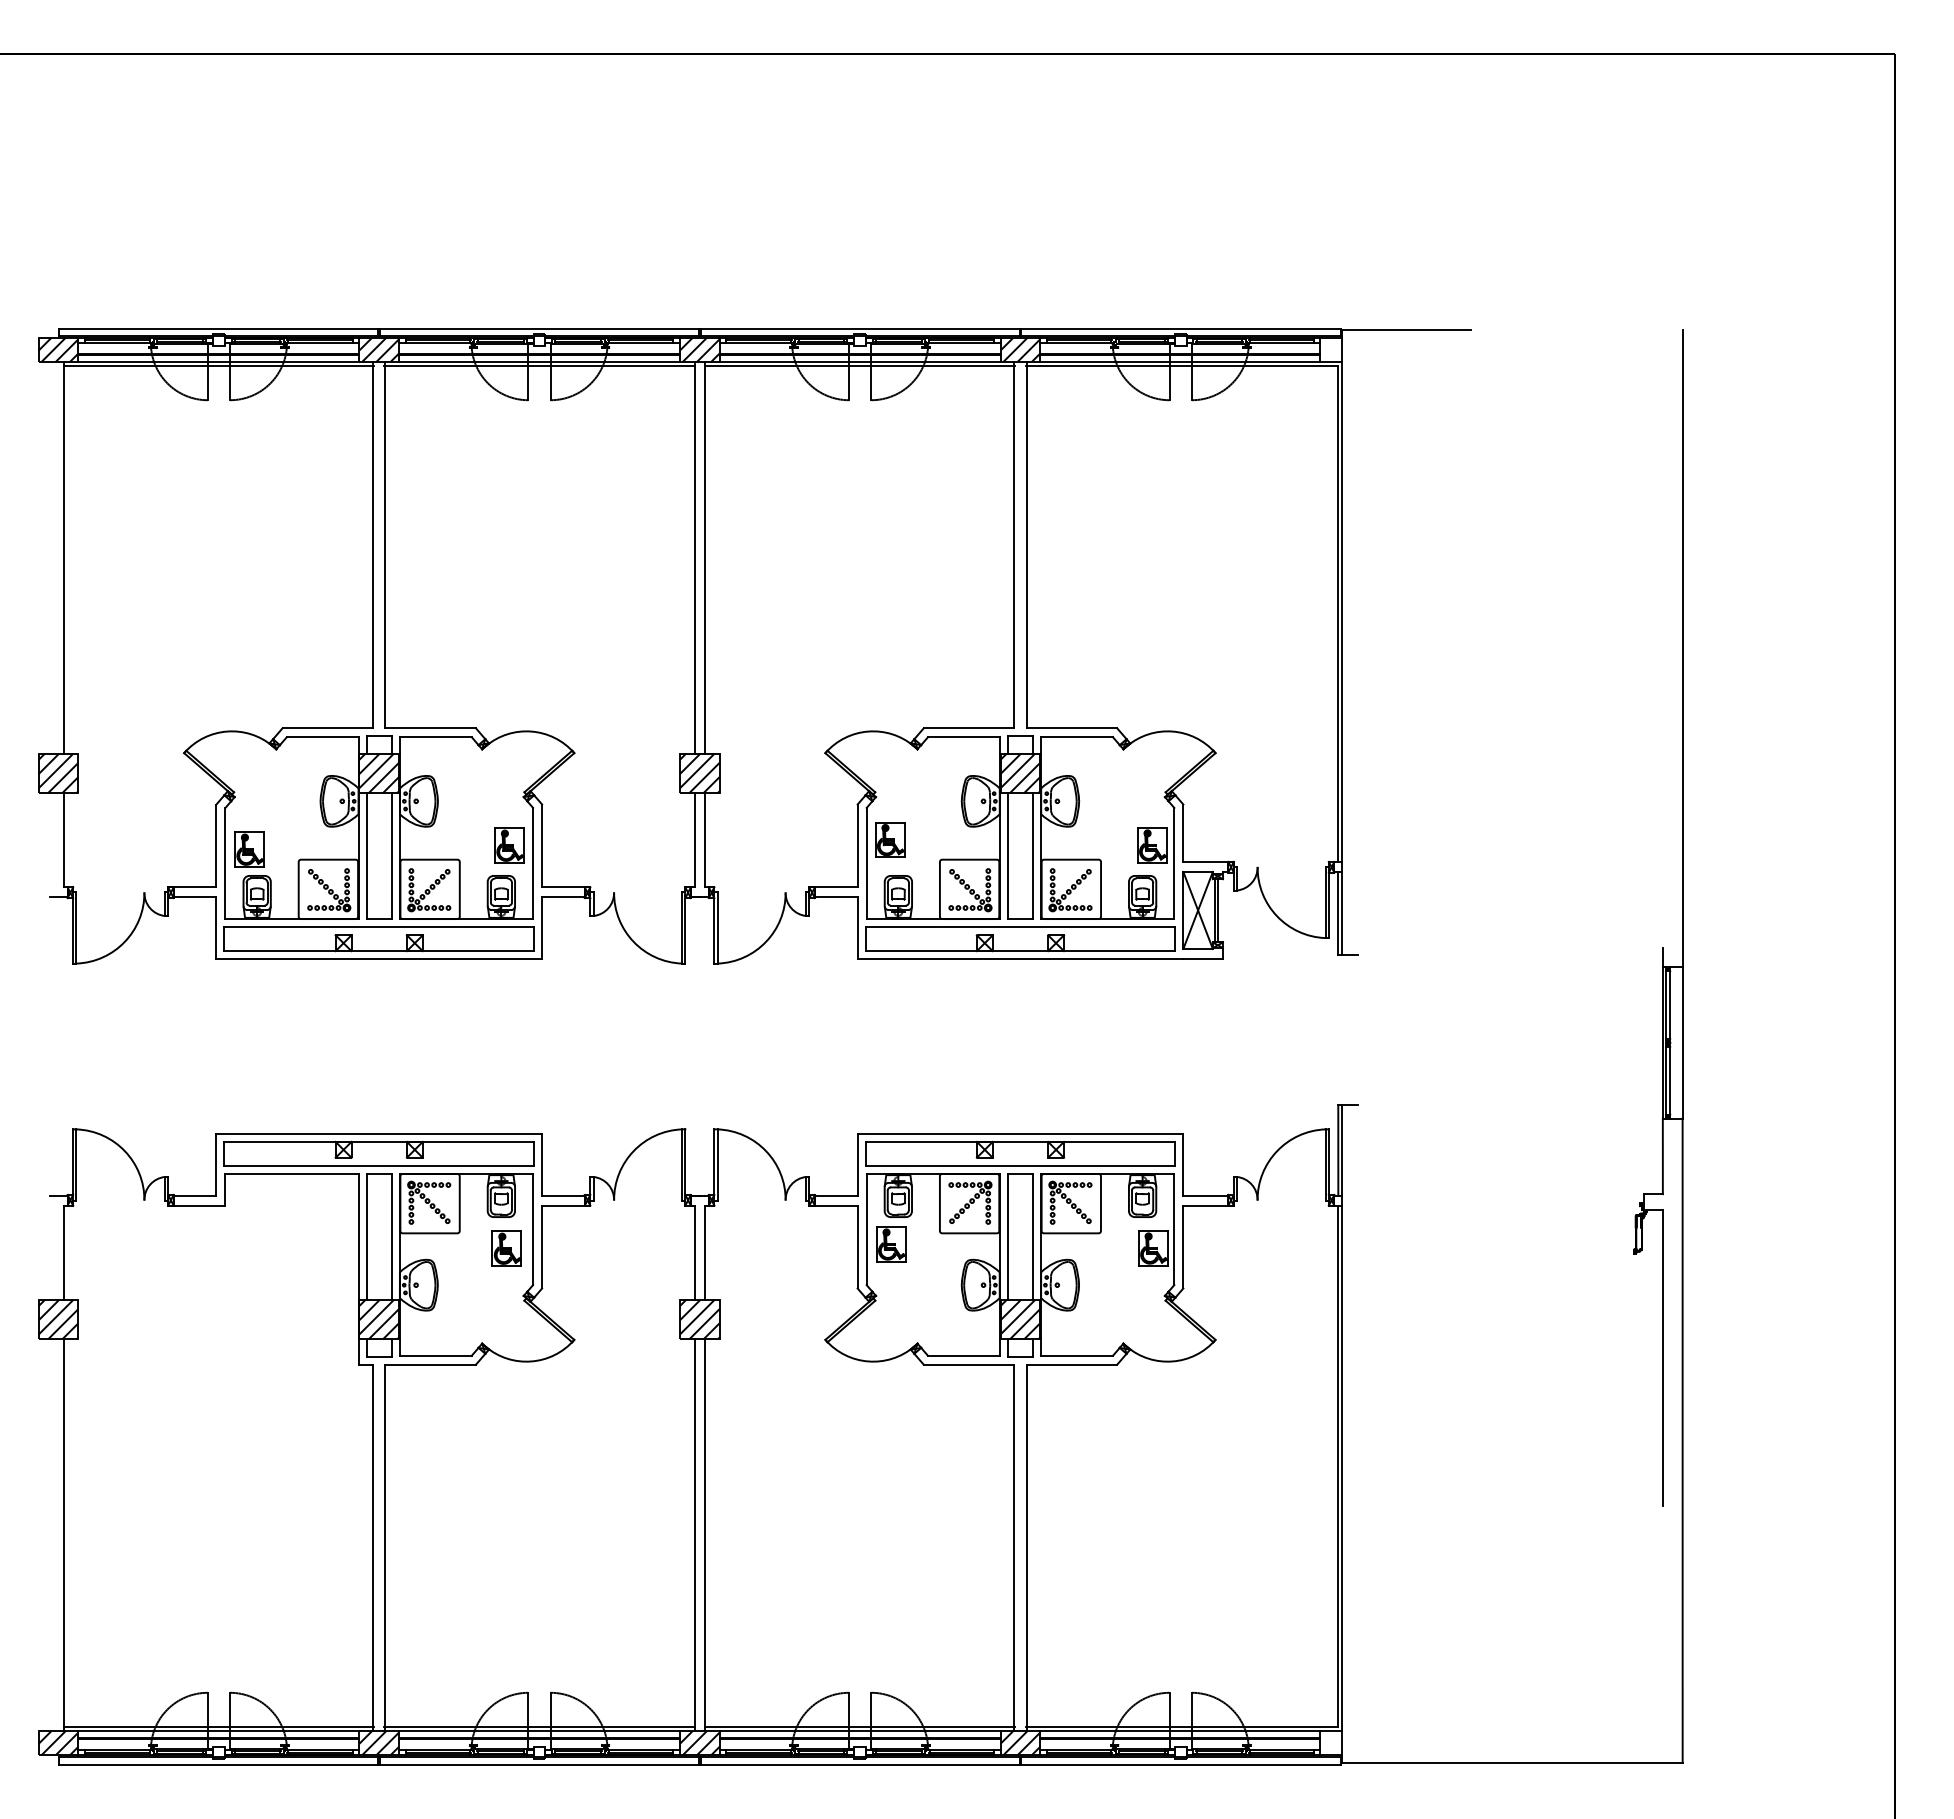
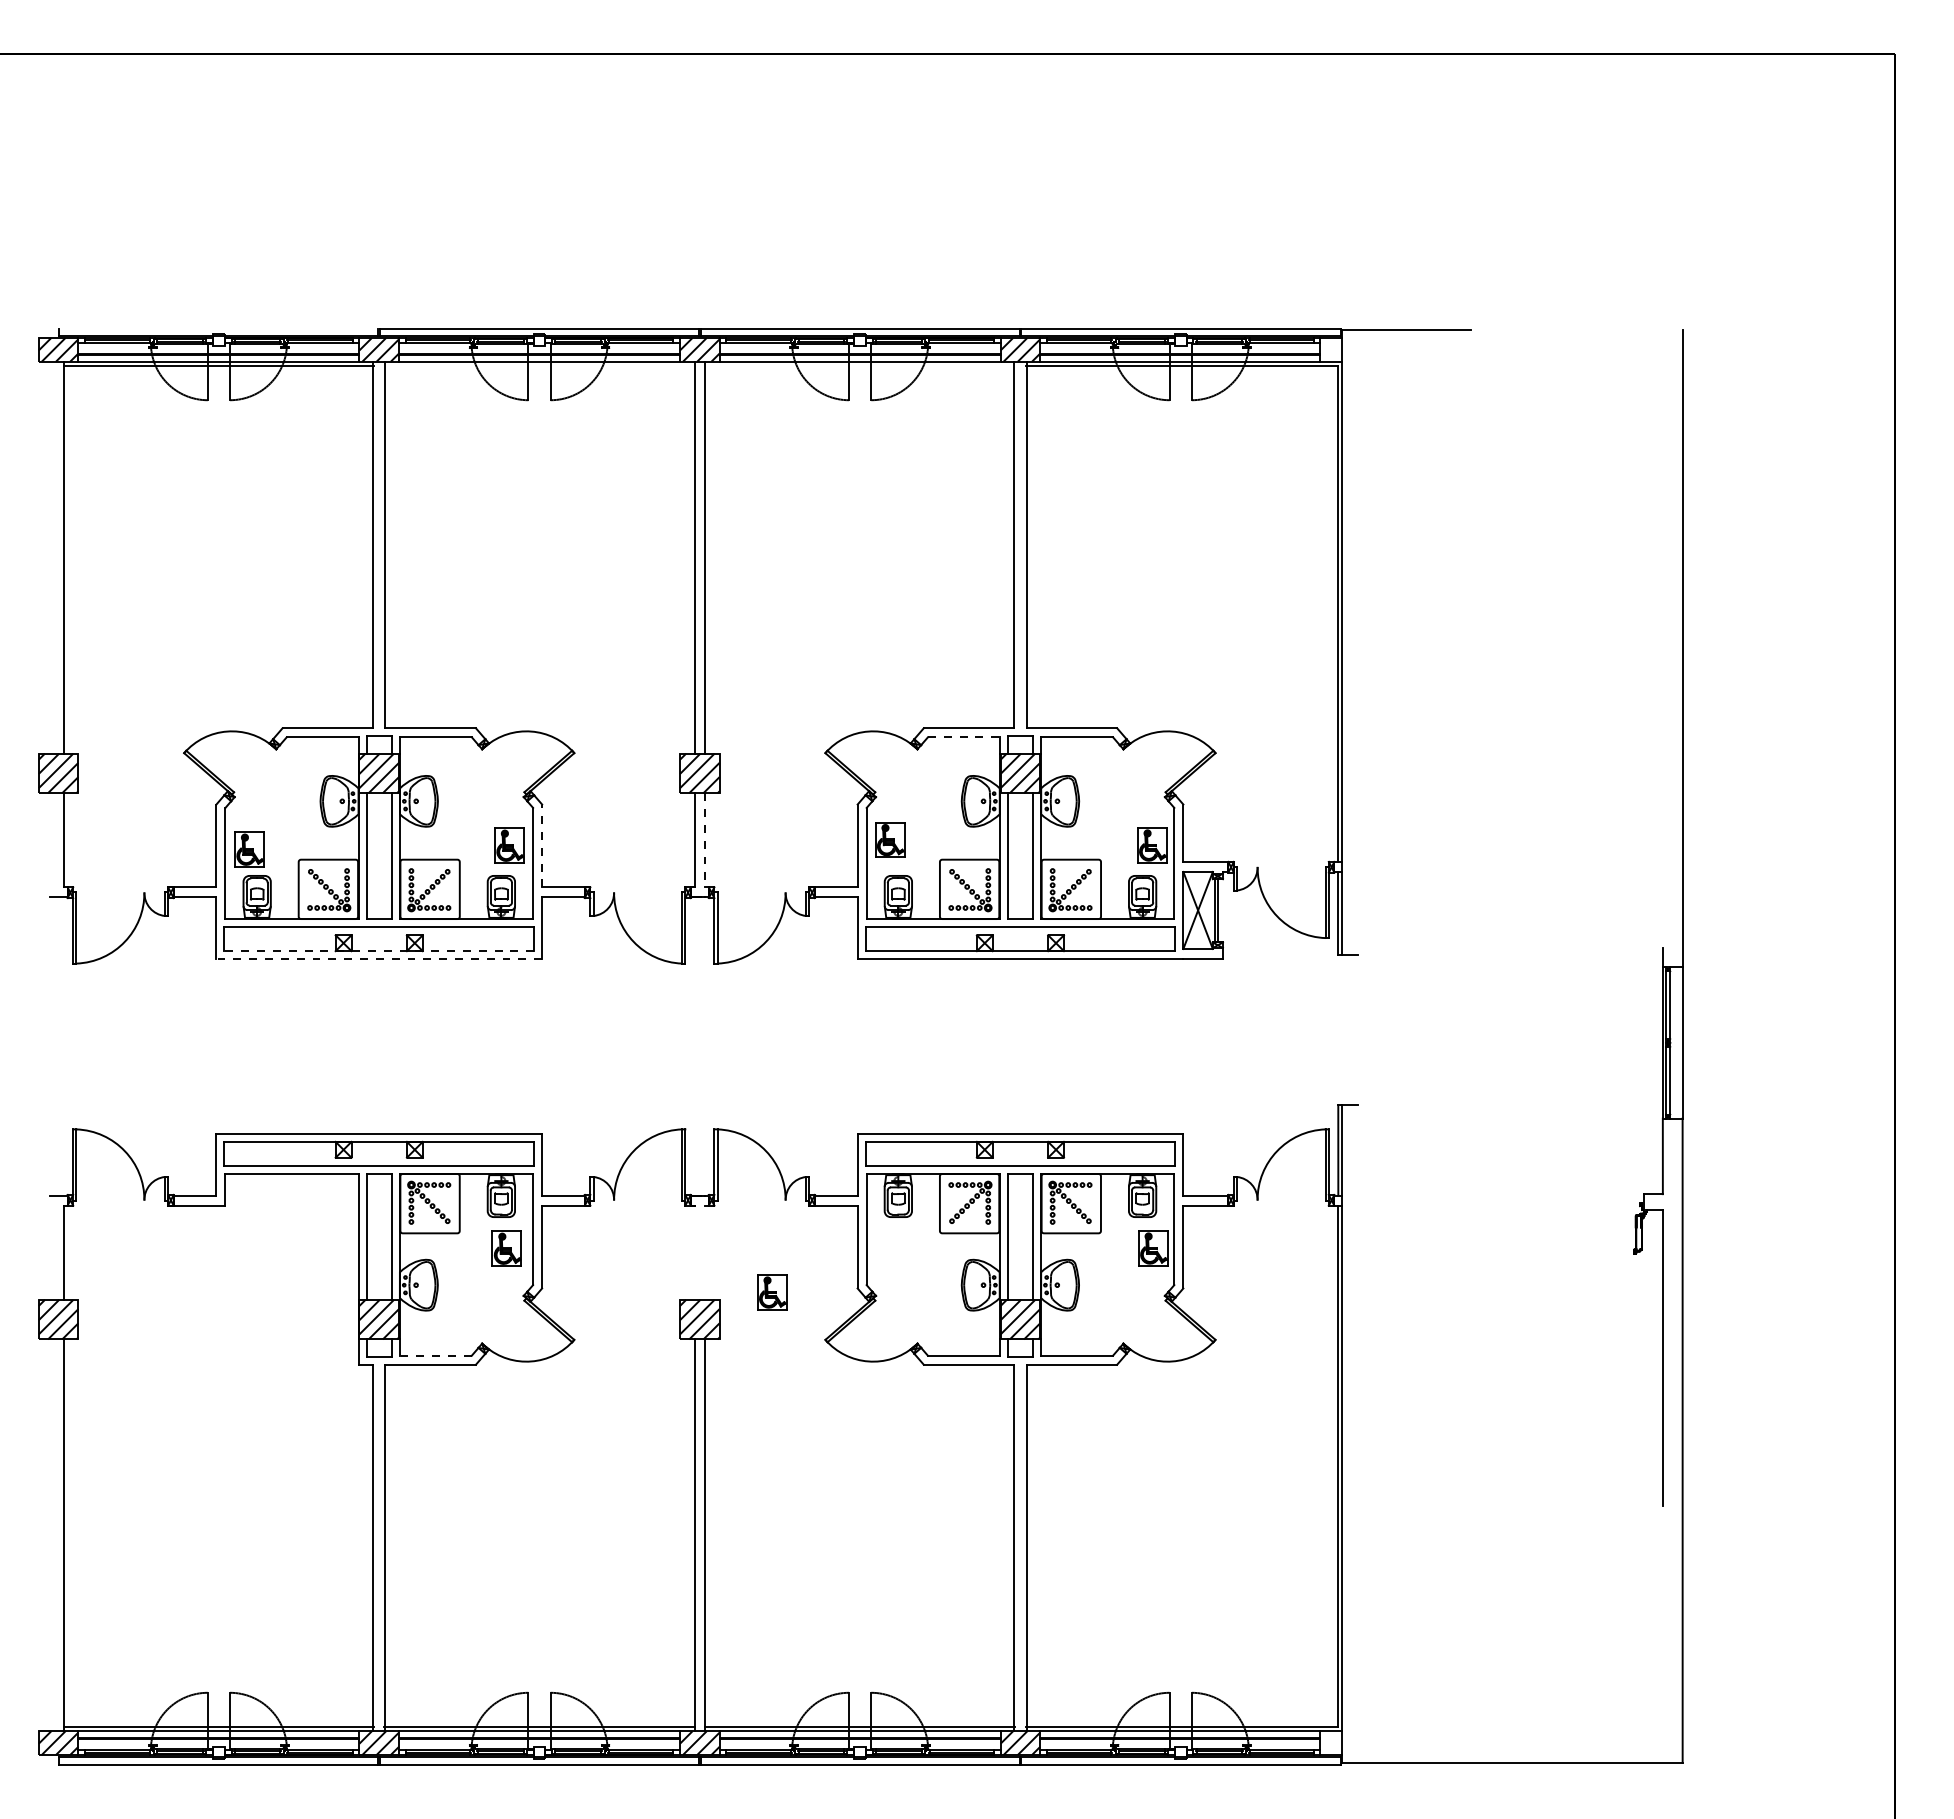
line at (218, 328): present -> none
line at (539, 365): present -> none
line at (859, 365): present -> none
line at (963, 737): solid -> dashed
line at (704, 840): solid -> dashed
line at (542, 845): solid -> dashed
line at (379, 951): solid -> dashed
line at (379, 959): solid -> dashed
part at (891, 1244) position: (891, 1244) -> (772, 1292)
line at (694, 1252): present -> none
line at (704, 1252): present -> none
line at (435, 1355): solid -> dashed
